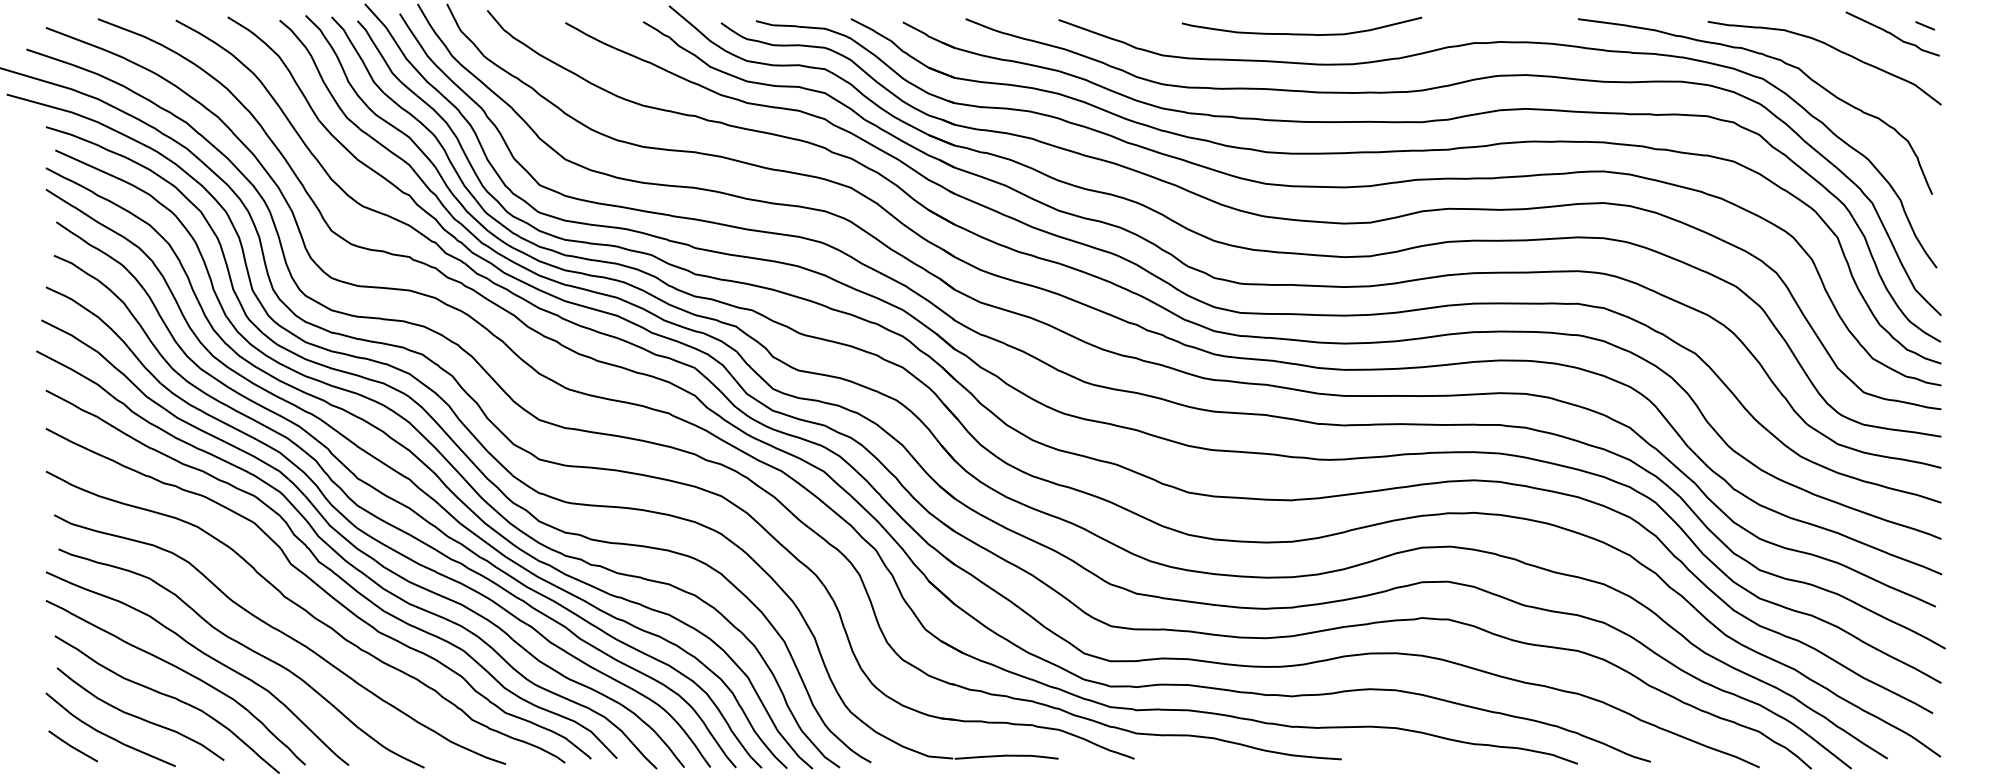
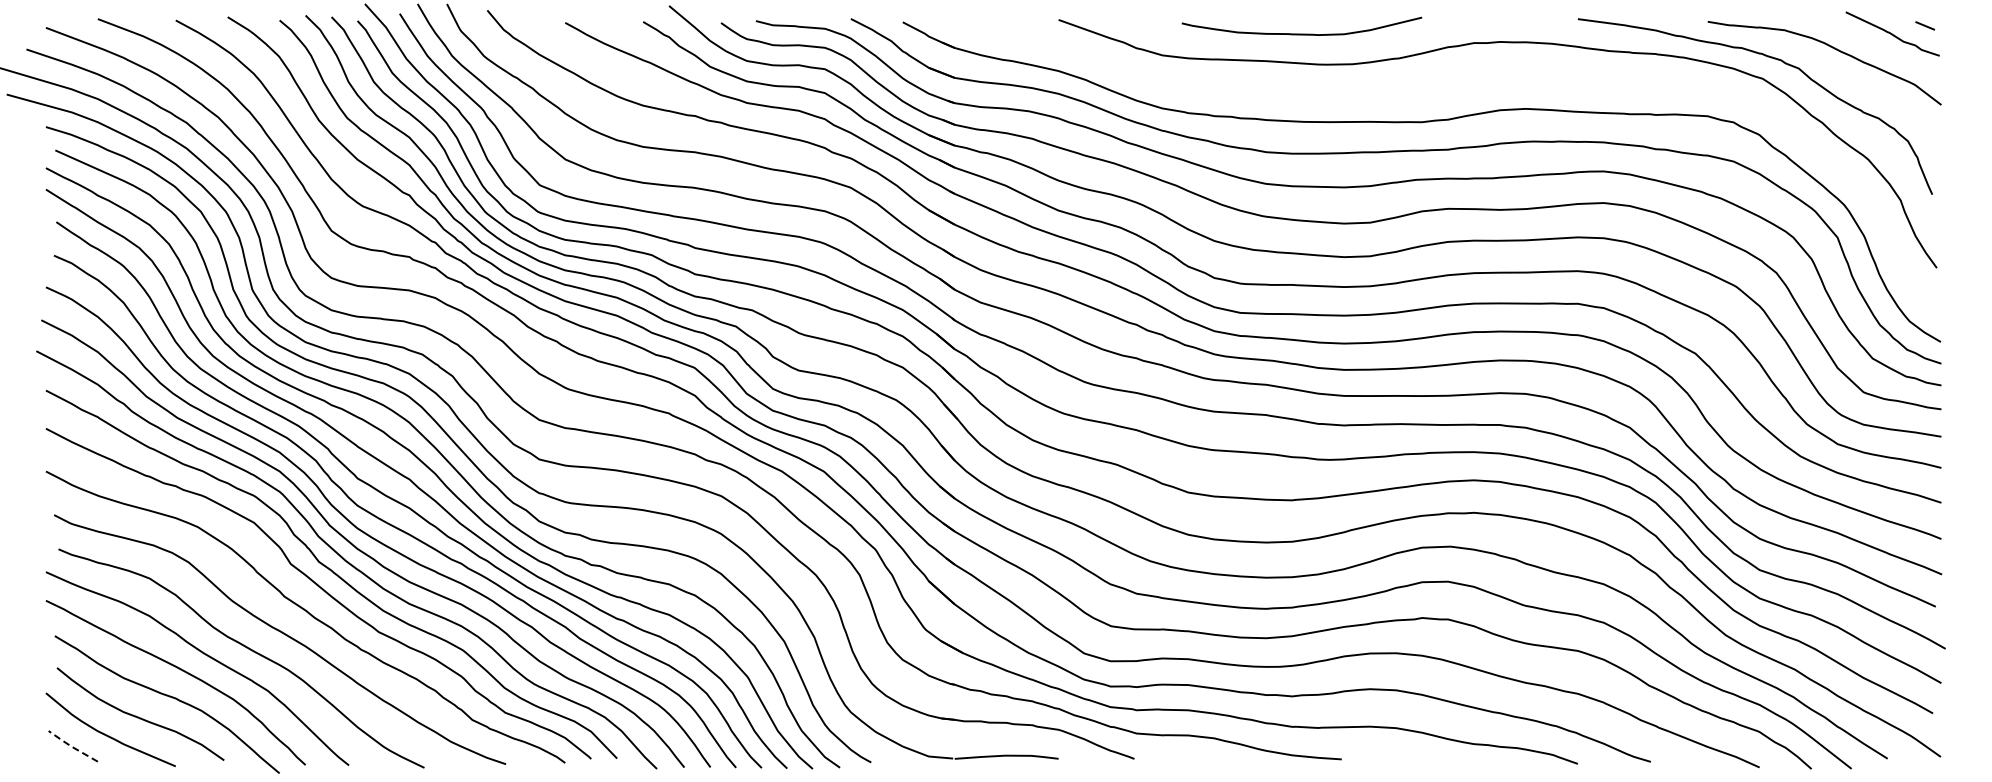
curve at (1439, 88): present -> none
line at (71, 746): solid -> dashed
